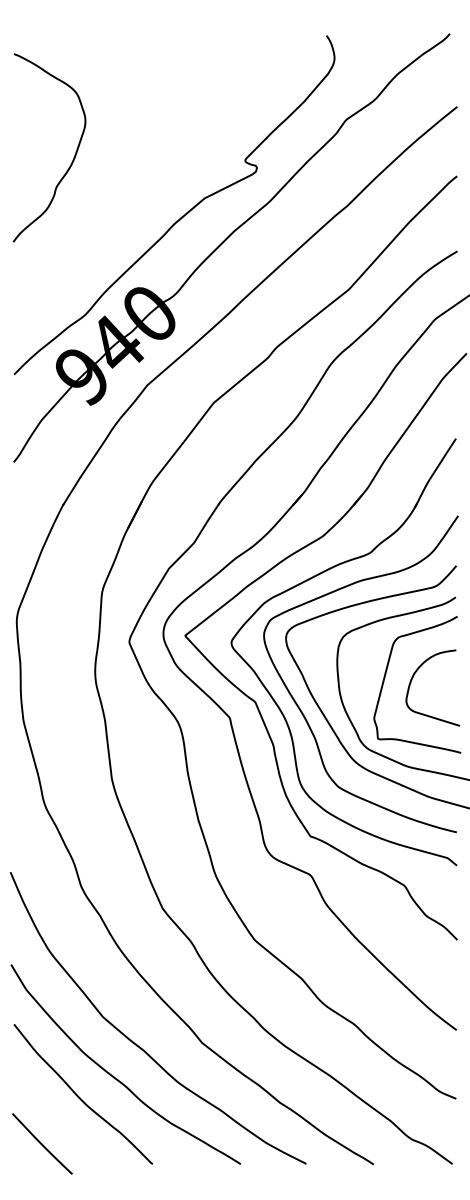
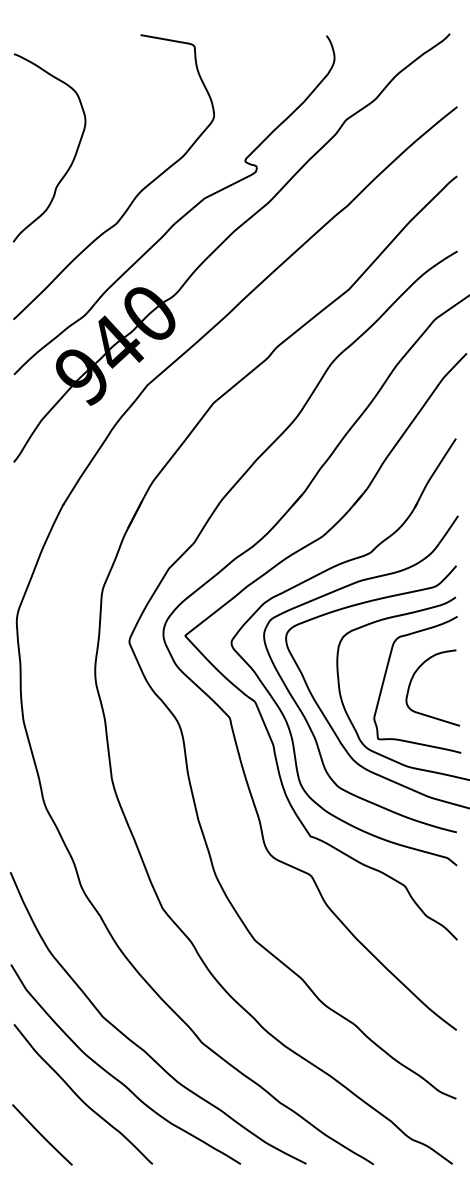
curve at (136, 194): none -> present
line at (42, 1143) position: (42, 1143) -> (42, 1134)
